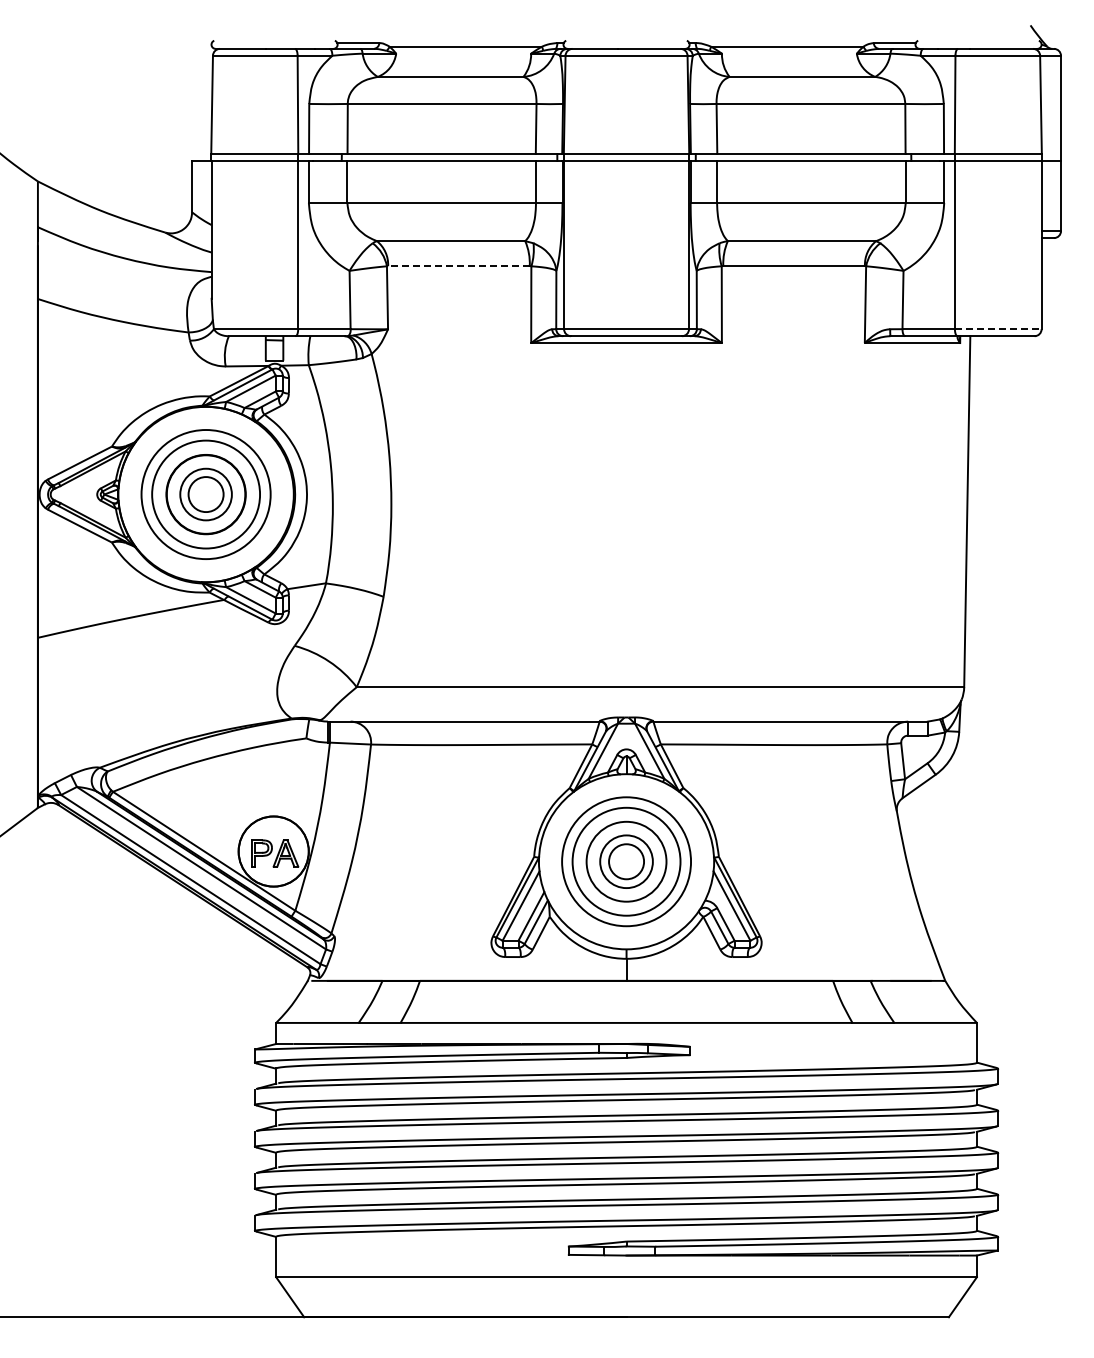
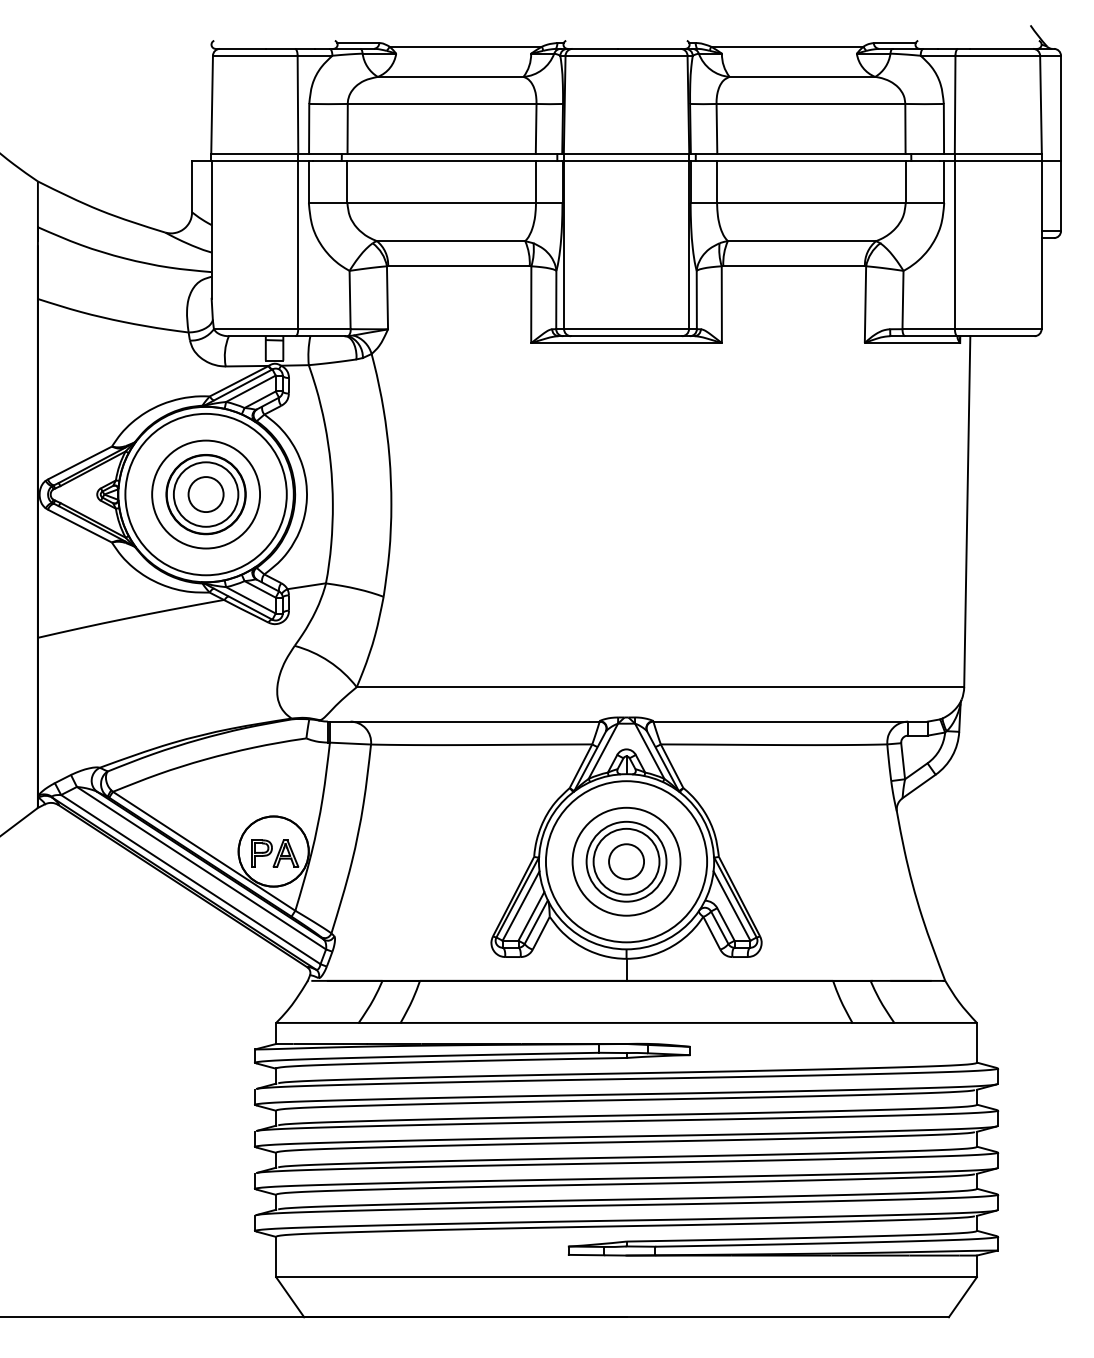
line at (458, 266): dashed -> solid
line at (998, 329): dashed -> solid
circle at (205, 494) diameter: 129 px -> 161 px
circle at (205, 494) diameter: 52 px -> 65 px
circle at (626, 861) diameter: 129 px -> 161 px
circle at (626, 861) diameter: 53 px -> 66 px
